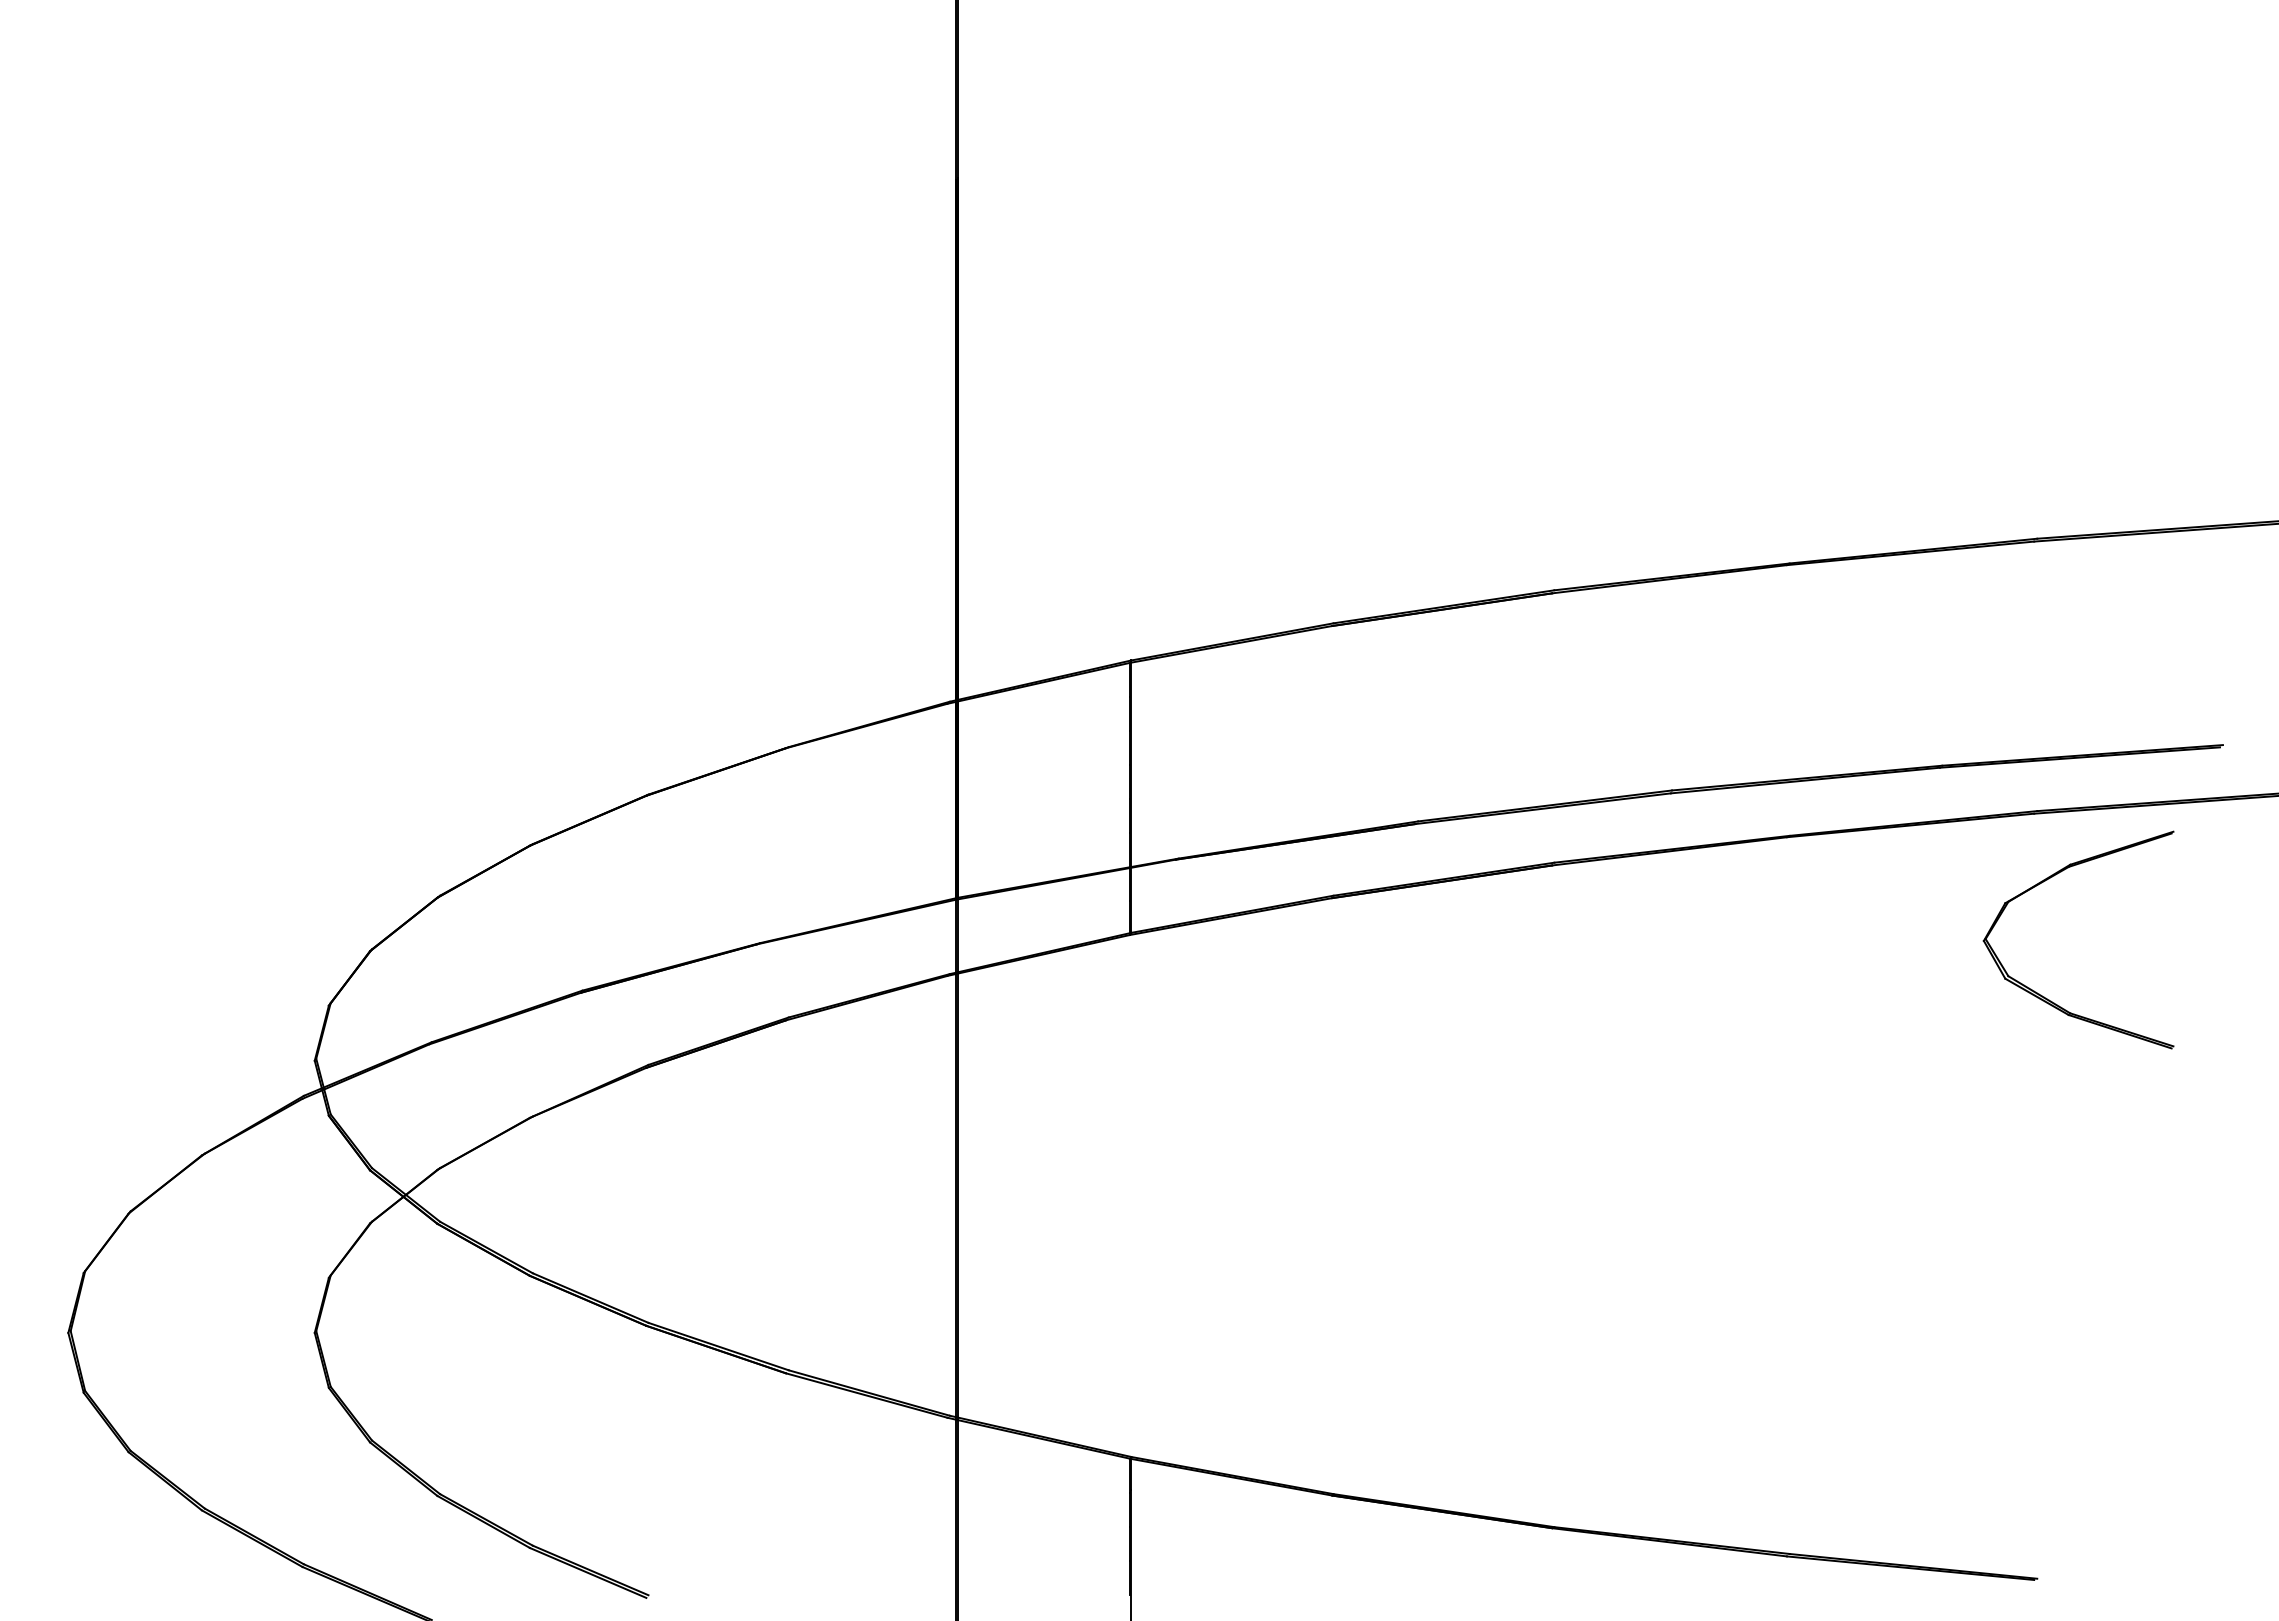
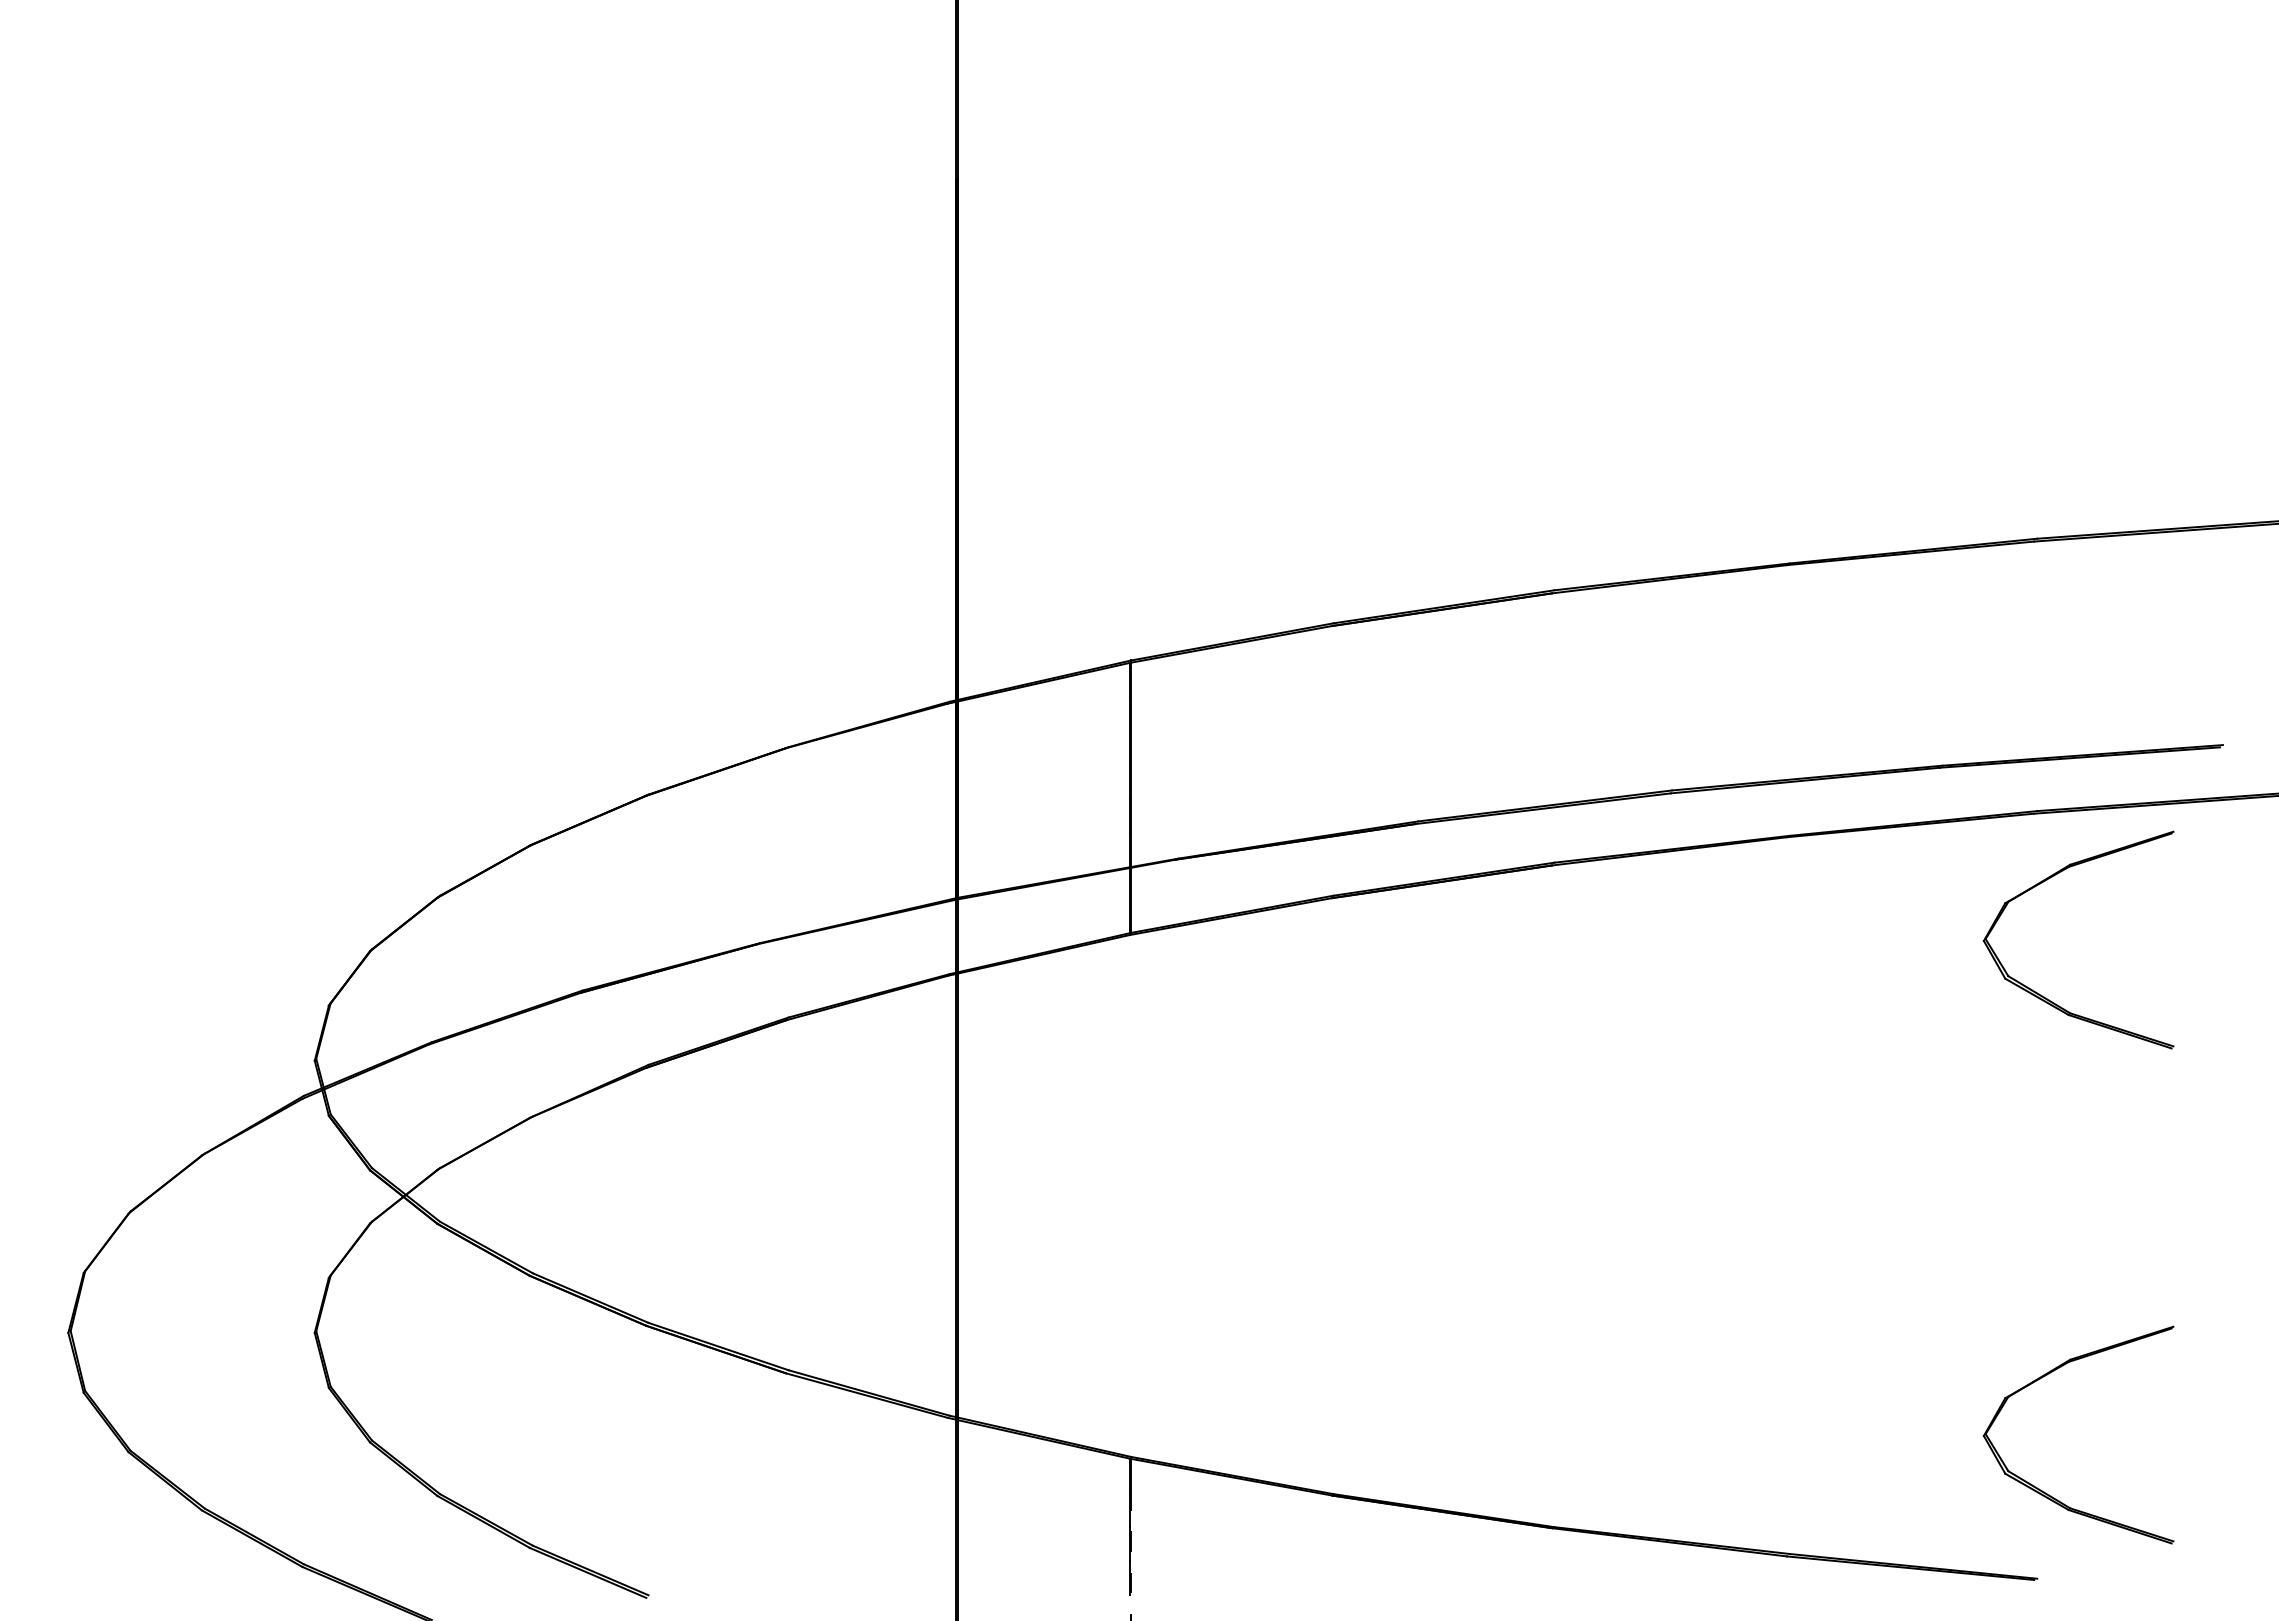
part at (2044, 1491): none -> present
line at (1131, 1555): solid -> dashed
